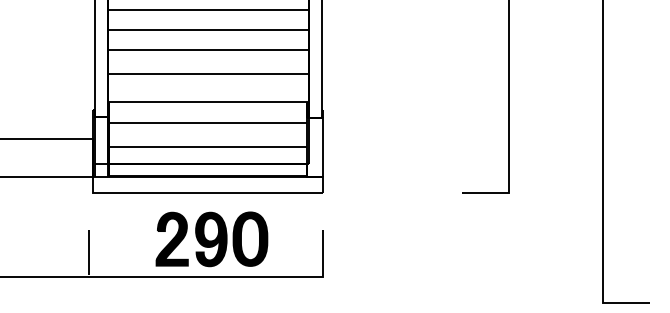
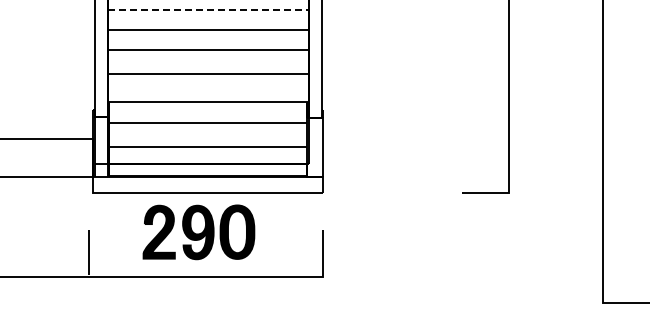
line at (209, 10): solid -> dashed
part at (211, 239) position: (211, 239) -> (198, 232)
